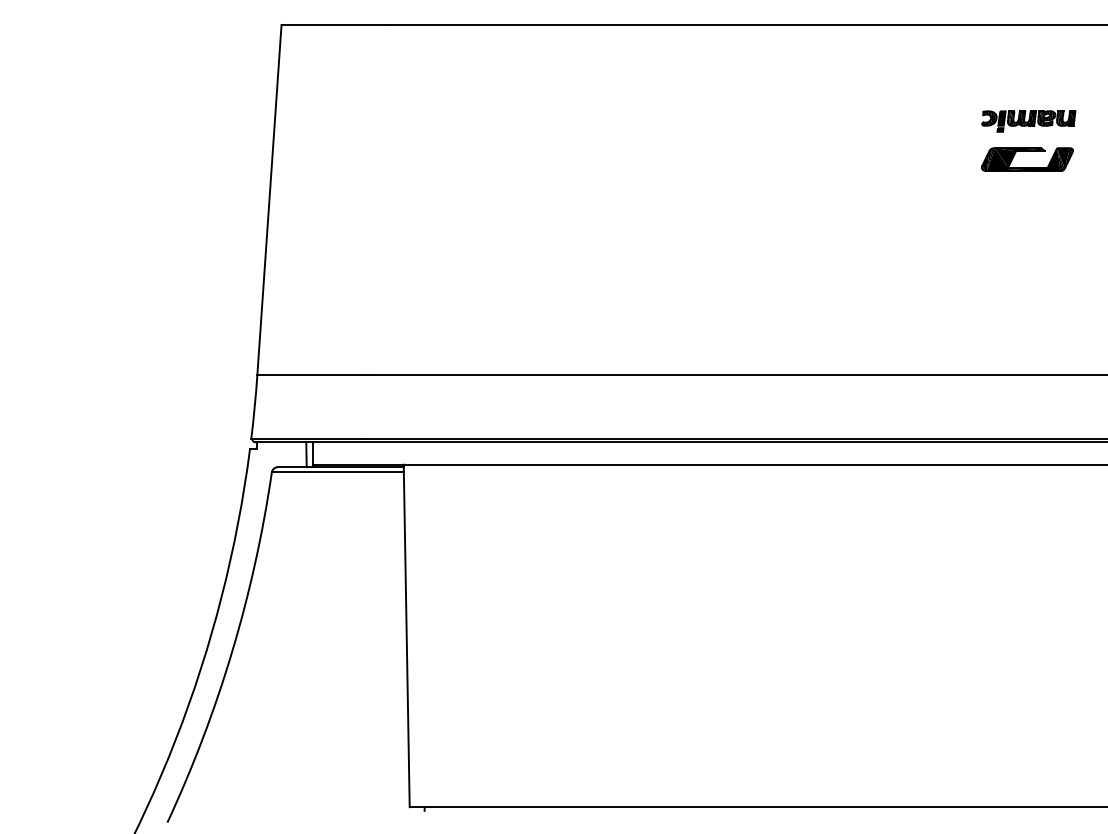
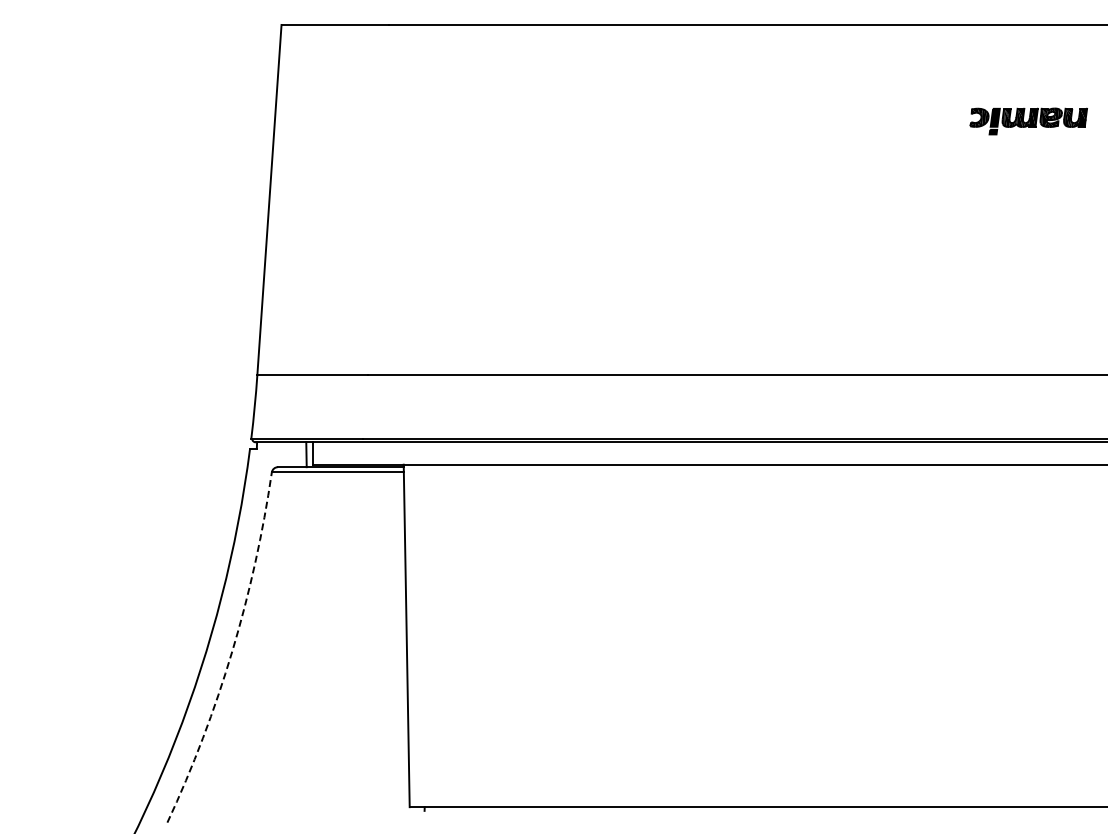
part at (1028, 121) size: 96x23 px -> 119x29 px
part at (1027, 151): present -> none
arc at (232, 651): solid -> dashed
